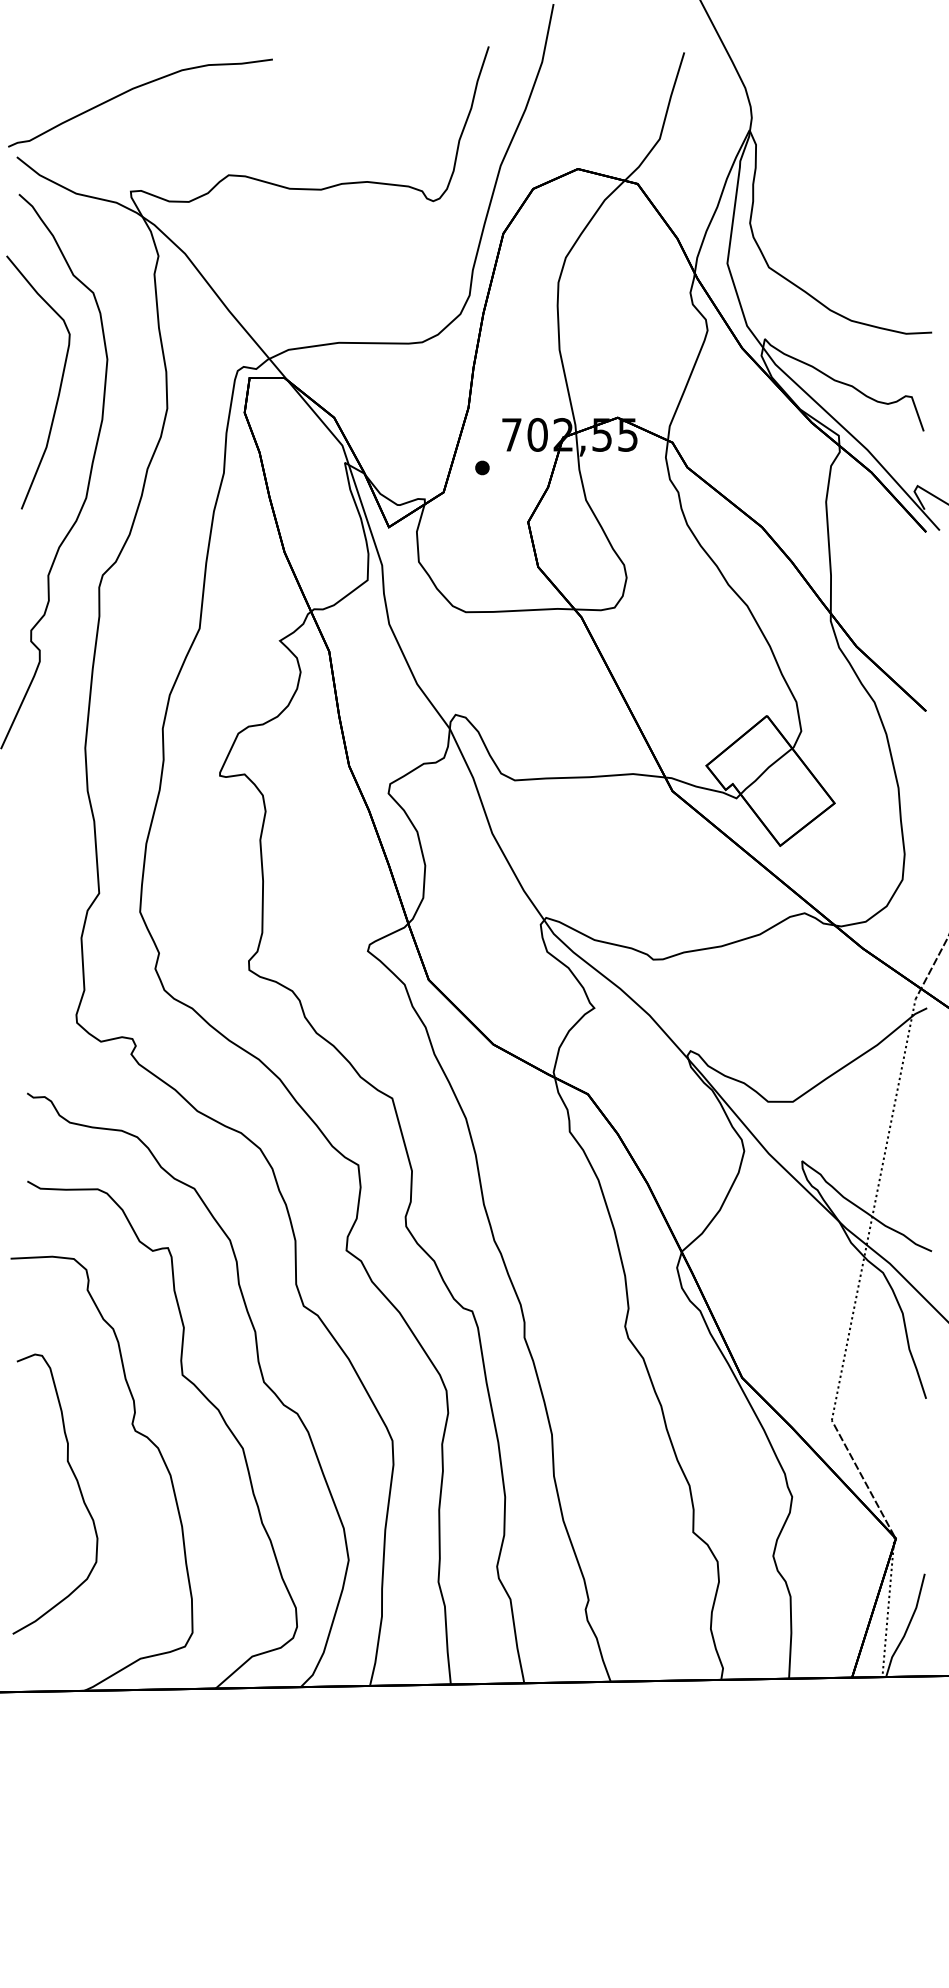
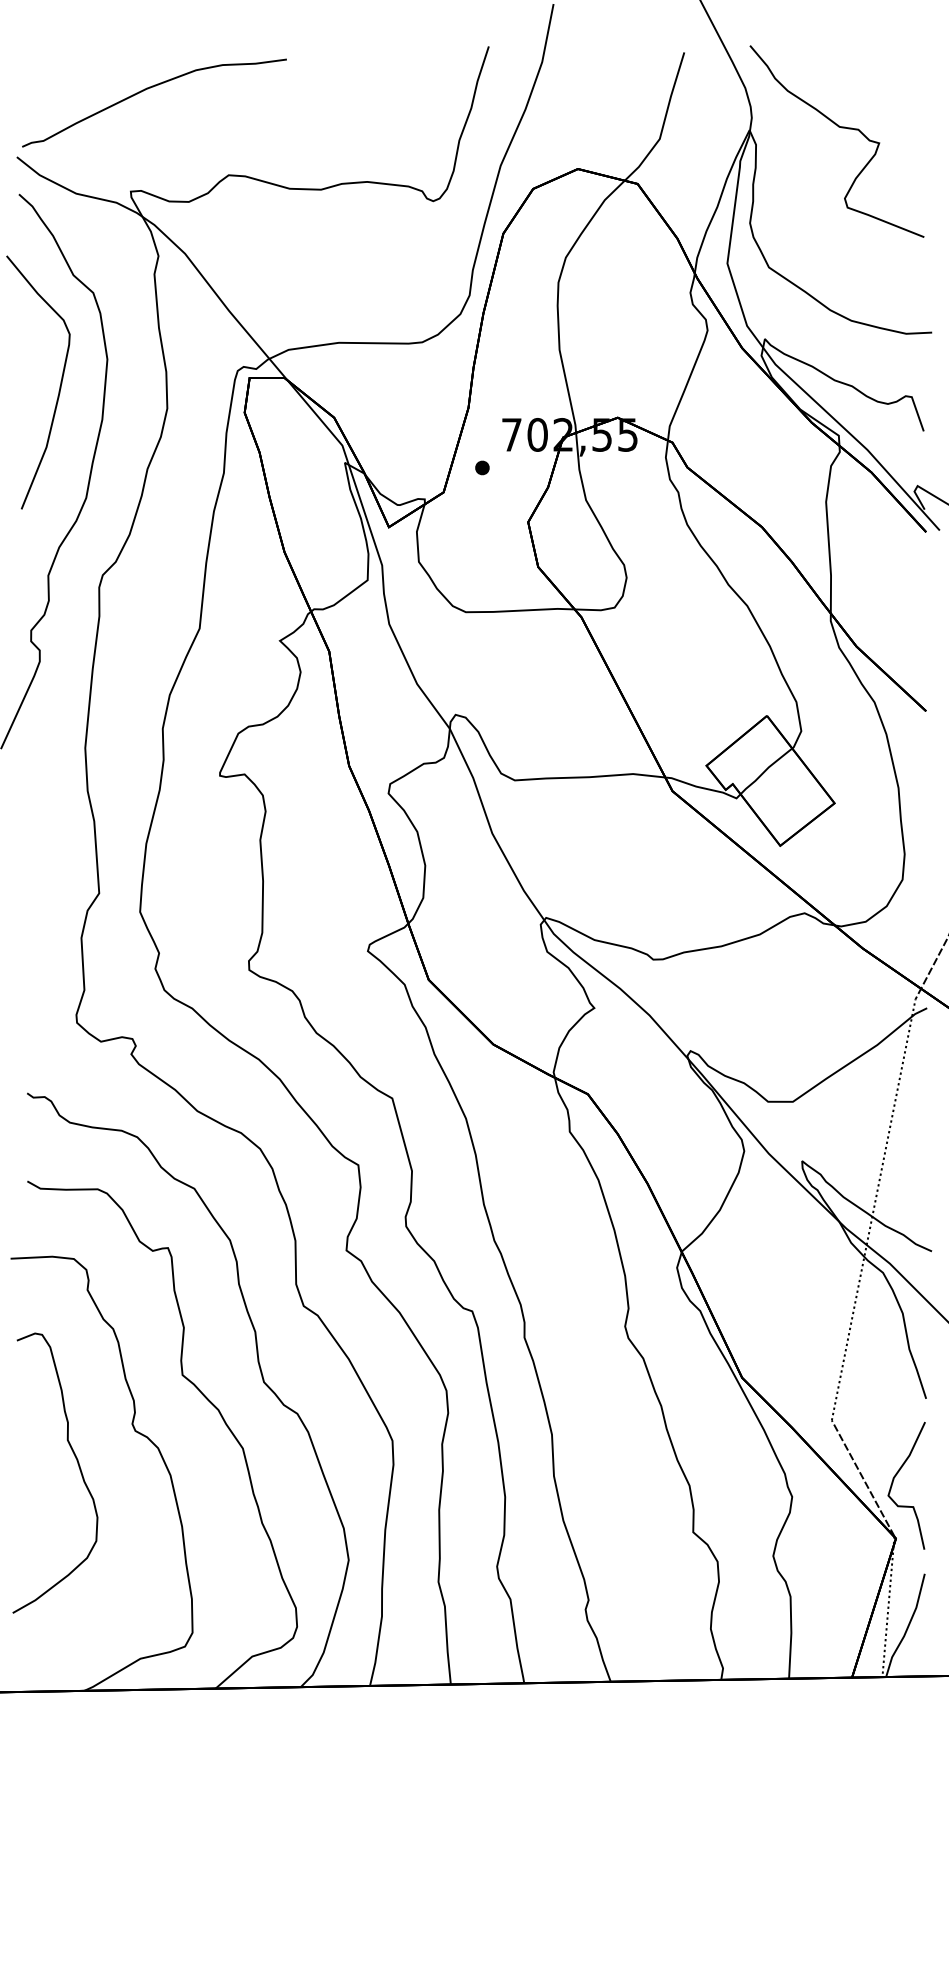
curve at (134, 89) position: (134, 89) -> (148, 89)
curve at (841, 128): none -> present
curve at (893, 1483): none -> present
curve at (77, 1485) position: (77, 1485) -> (77, 1464)
